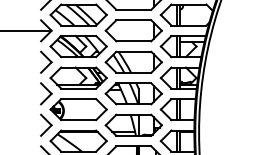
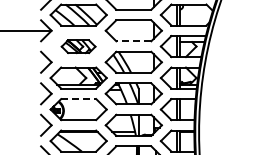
line at (133, 41): solid -> dashed
part at (78, 46) size: 59x24 px -> 37x16 px
line at (78, 99): solid -> dashed
